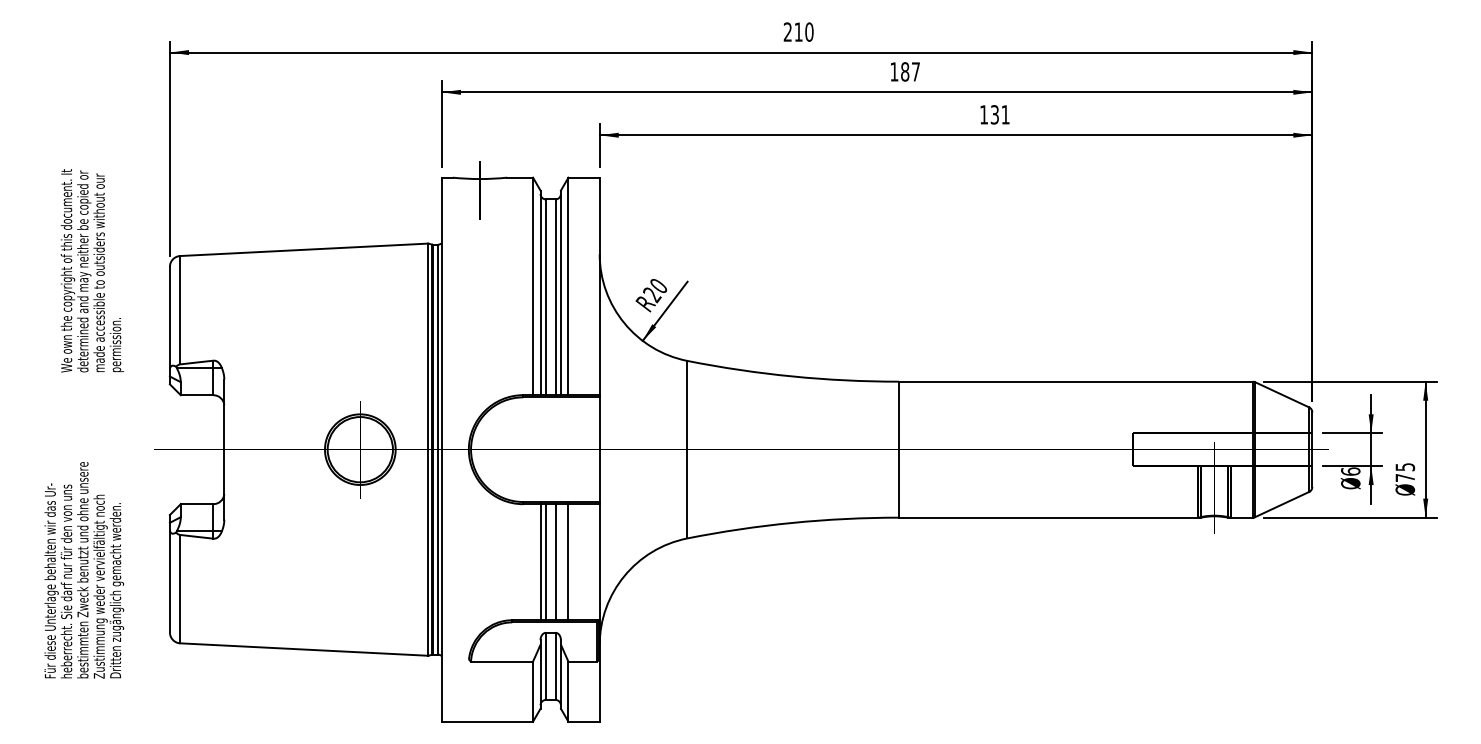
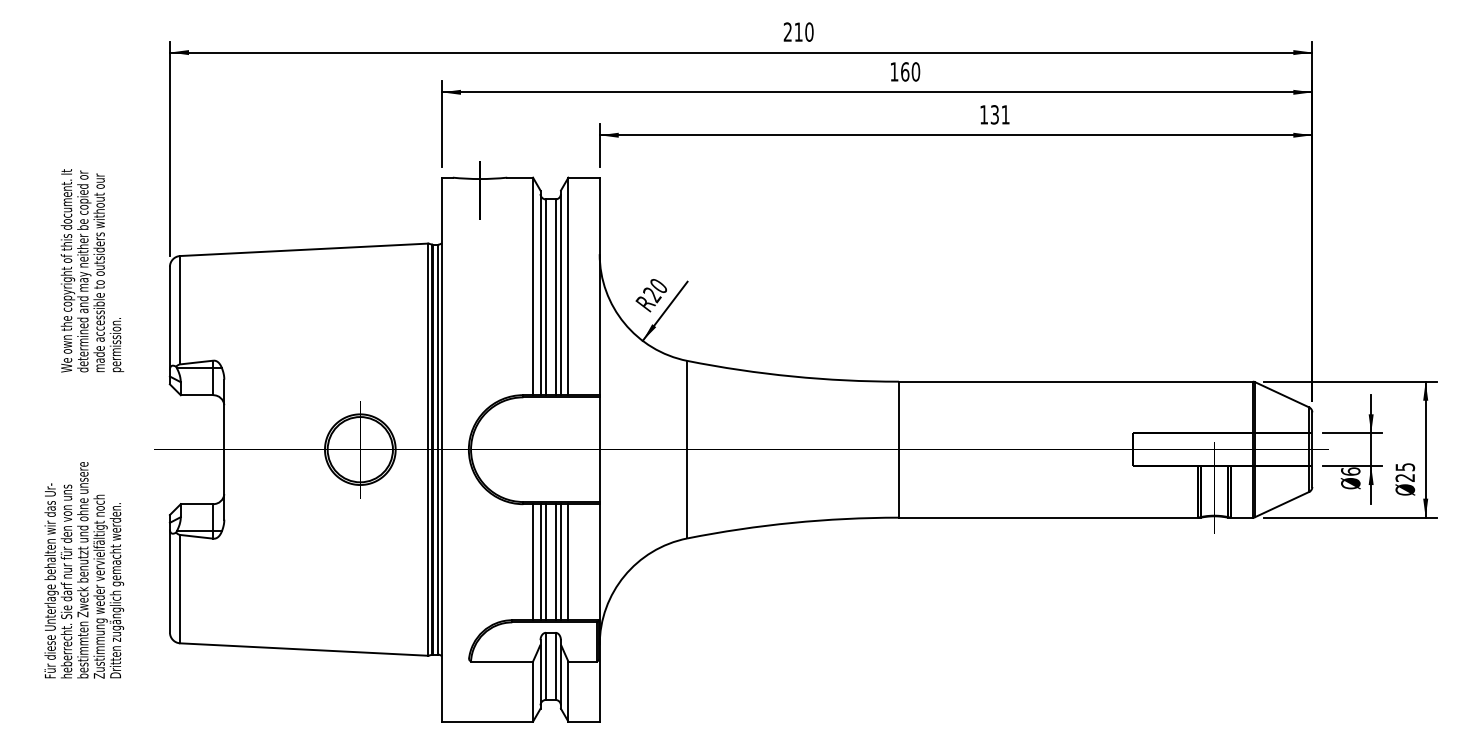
text at (910, 71): 187 -> 160
text at (1404, 477): 75 -> 25
line at (533, 562): none -> present
line at (560, 562): none -> present
